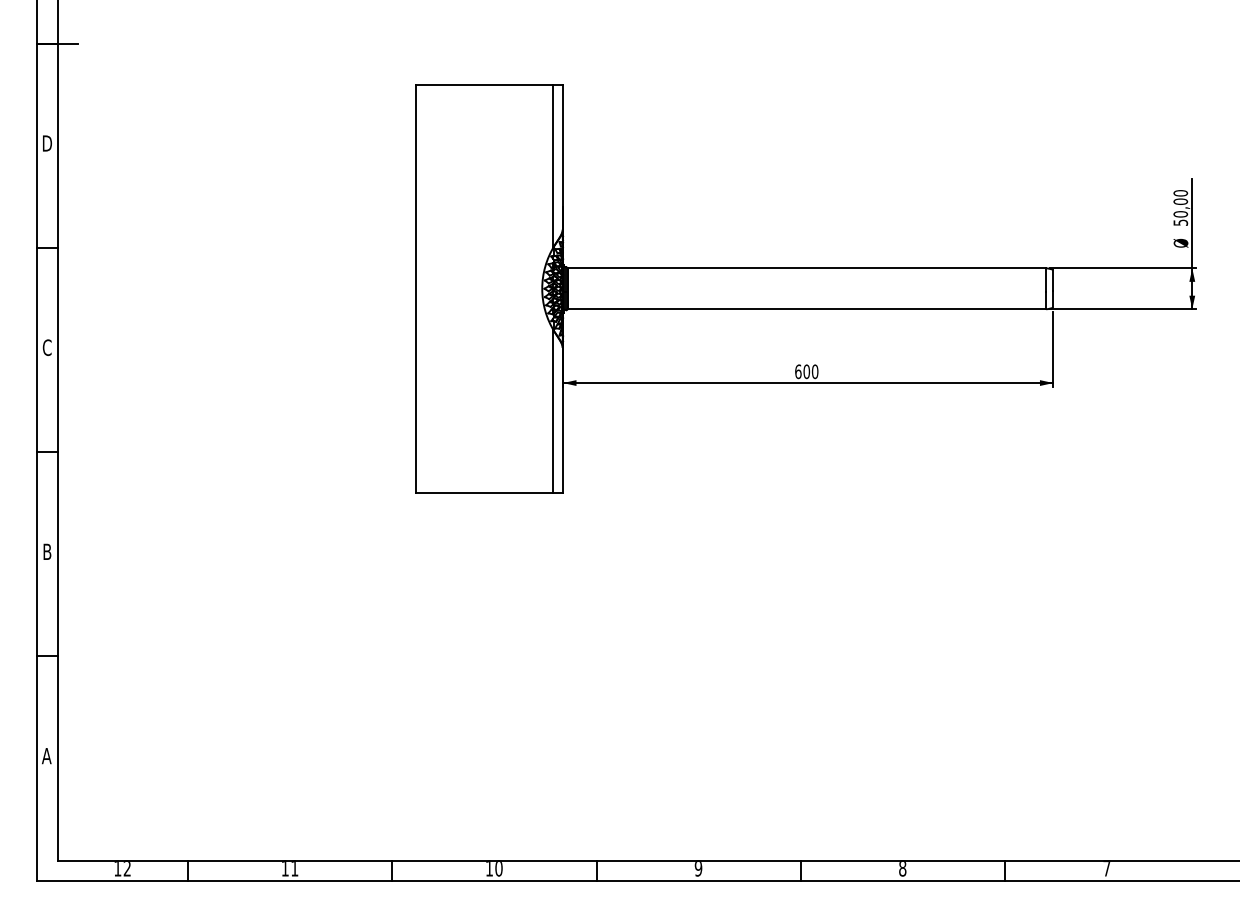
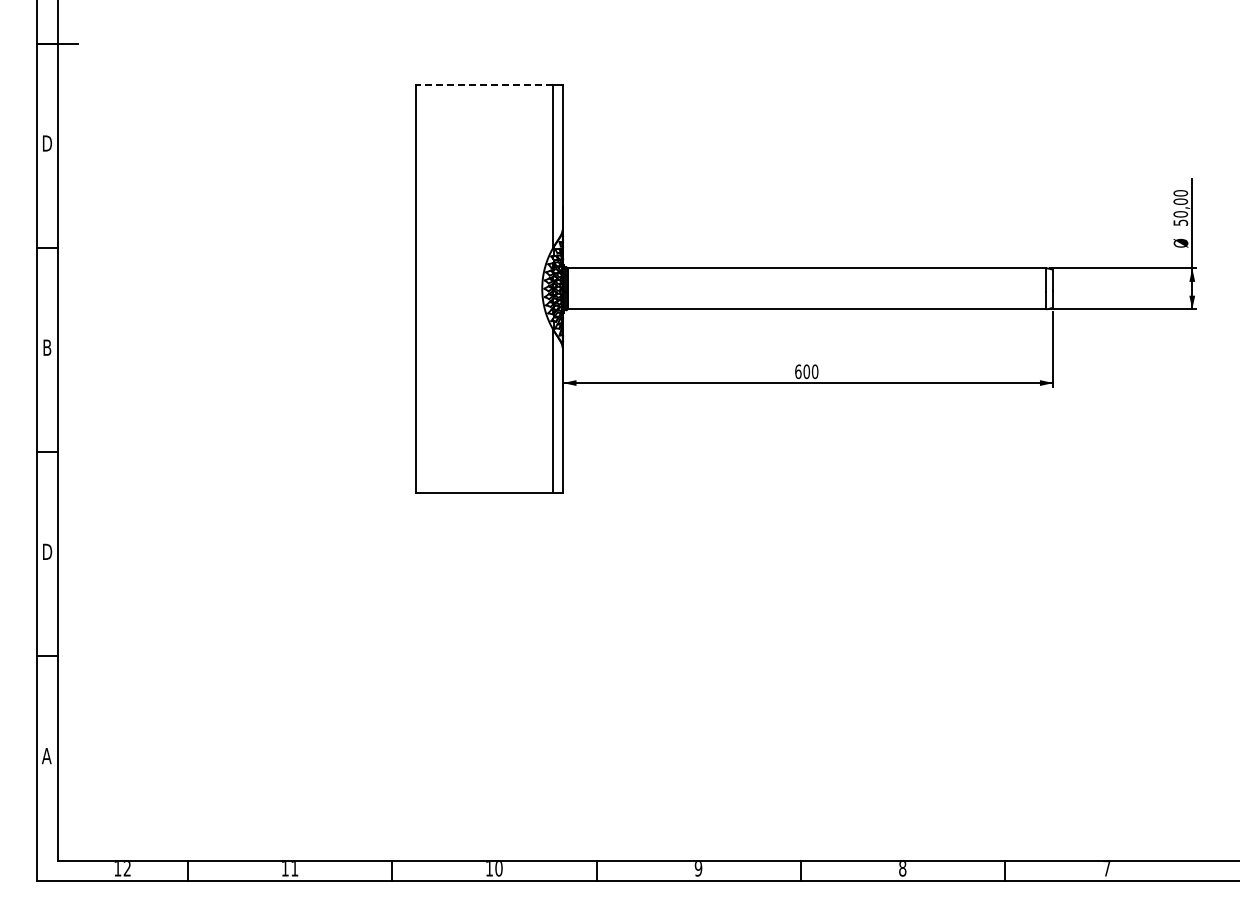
line at (484, 84): solid -> dashed
text at (46, 347): C -> B
text at (47, 551): B -> D
